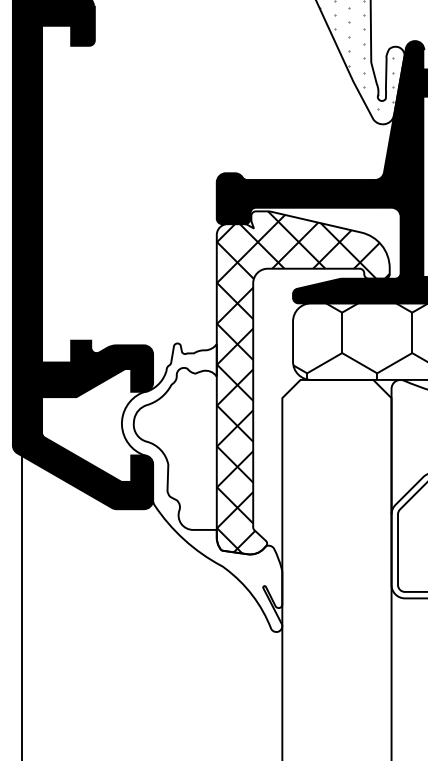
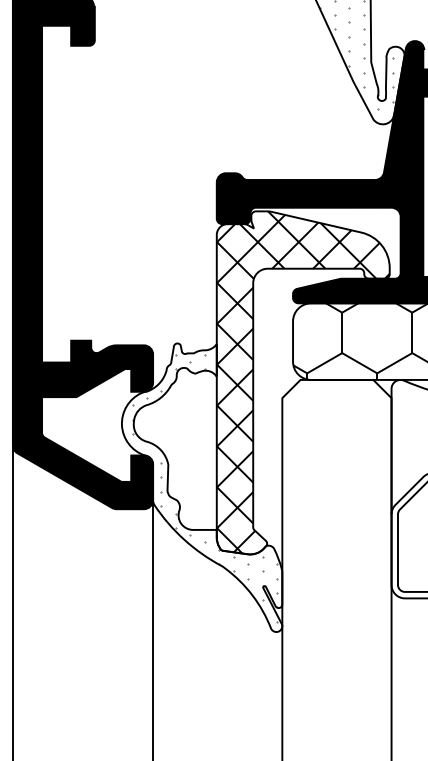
hatch at (204, 487): none -> present
line at (21, 601) position: (21, 601) -> (12, 601)
line at (153, 628): none -> present
